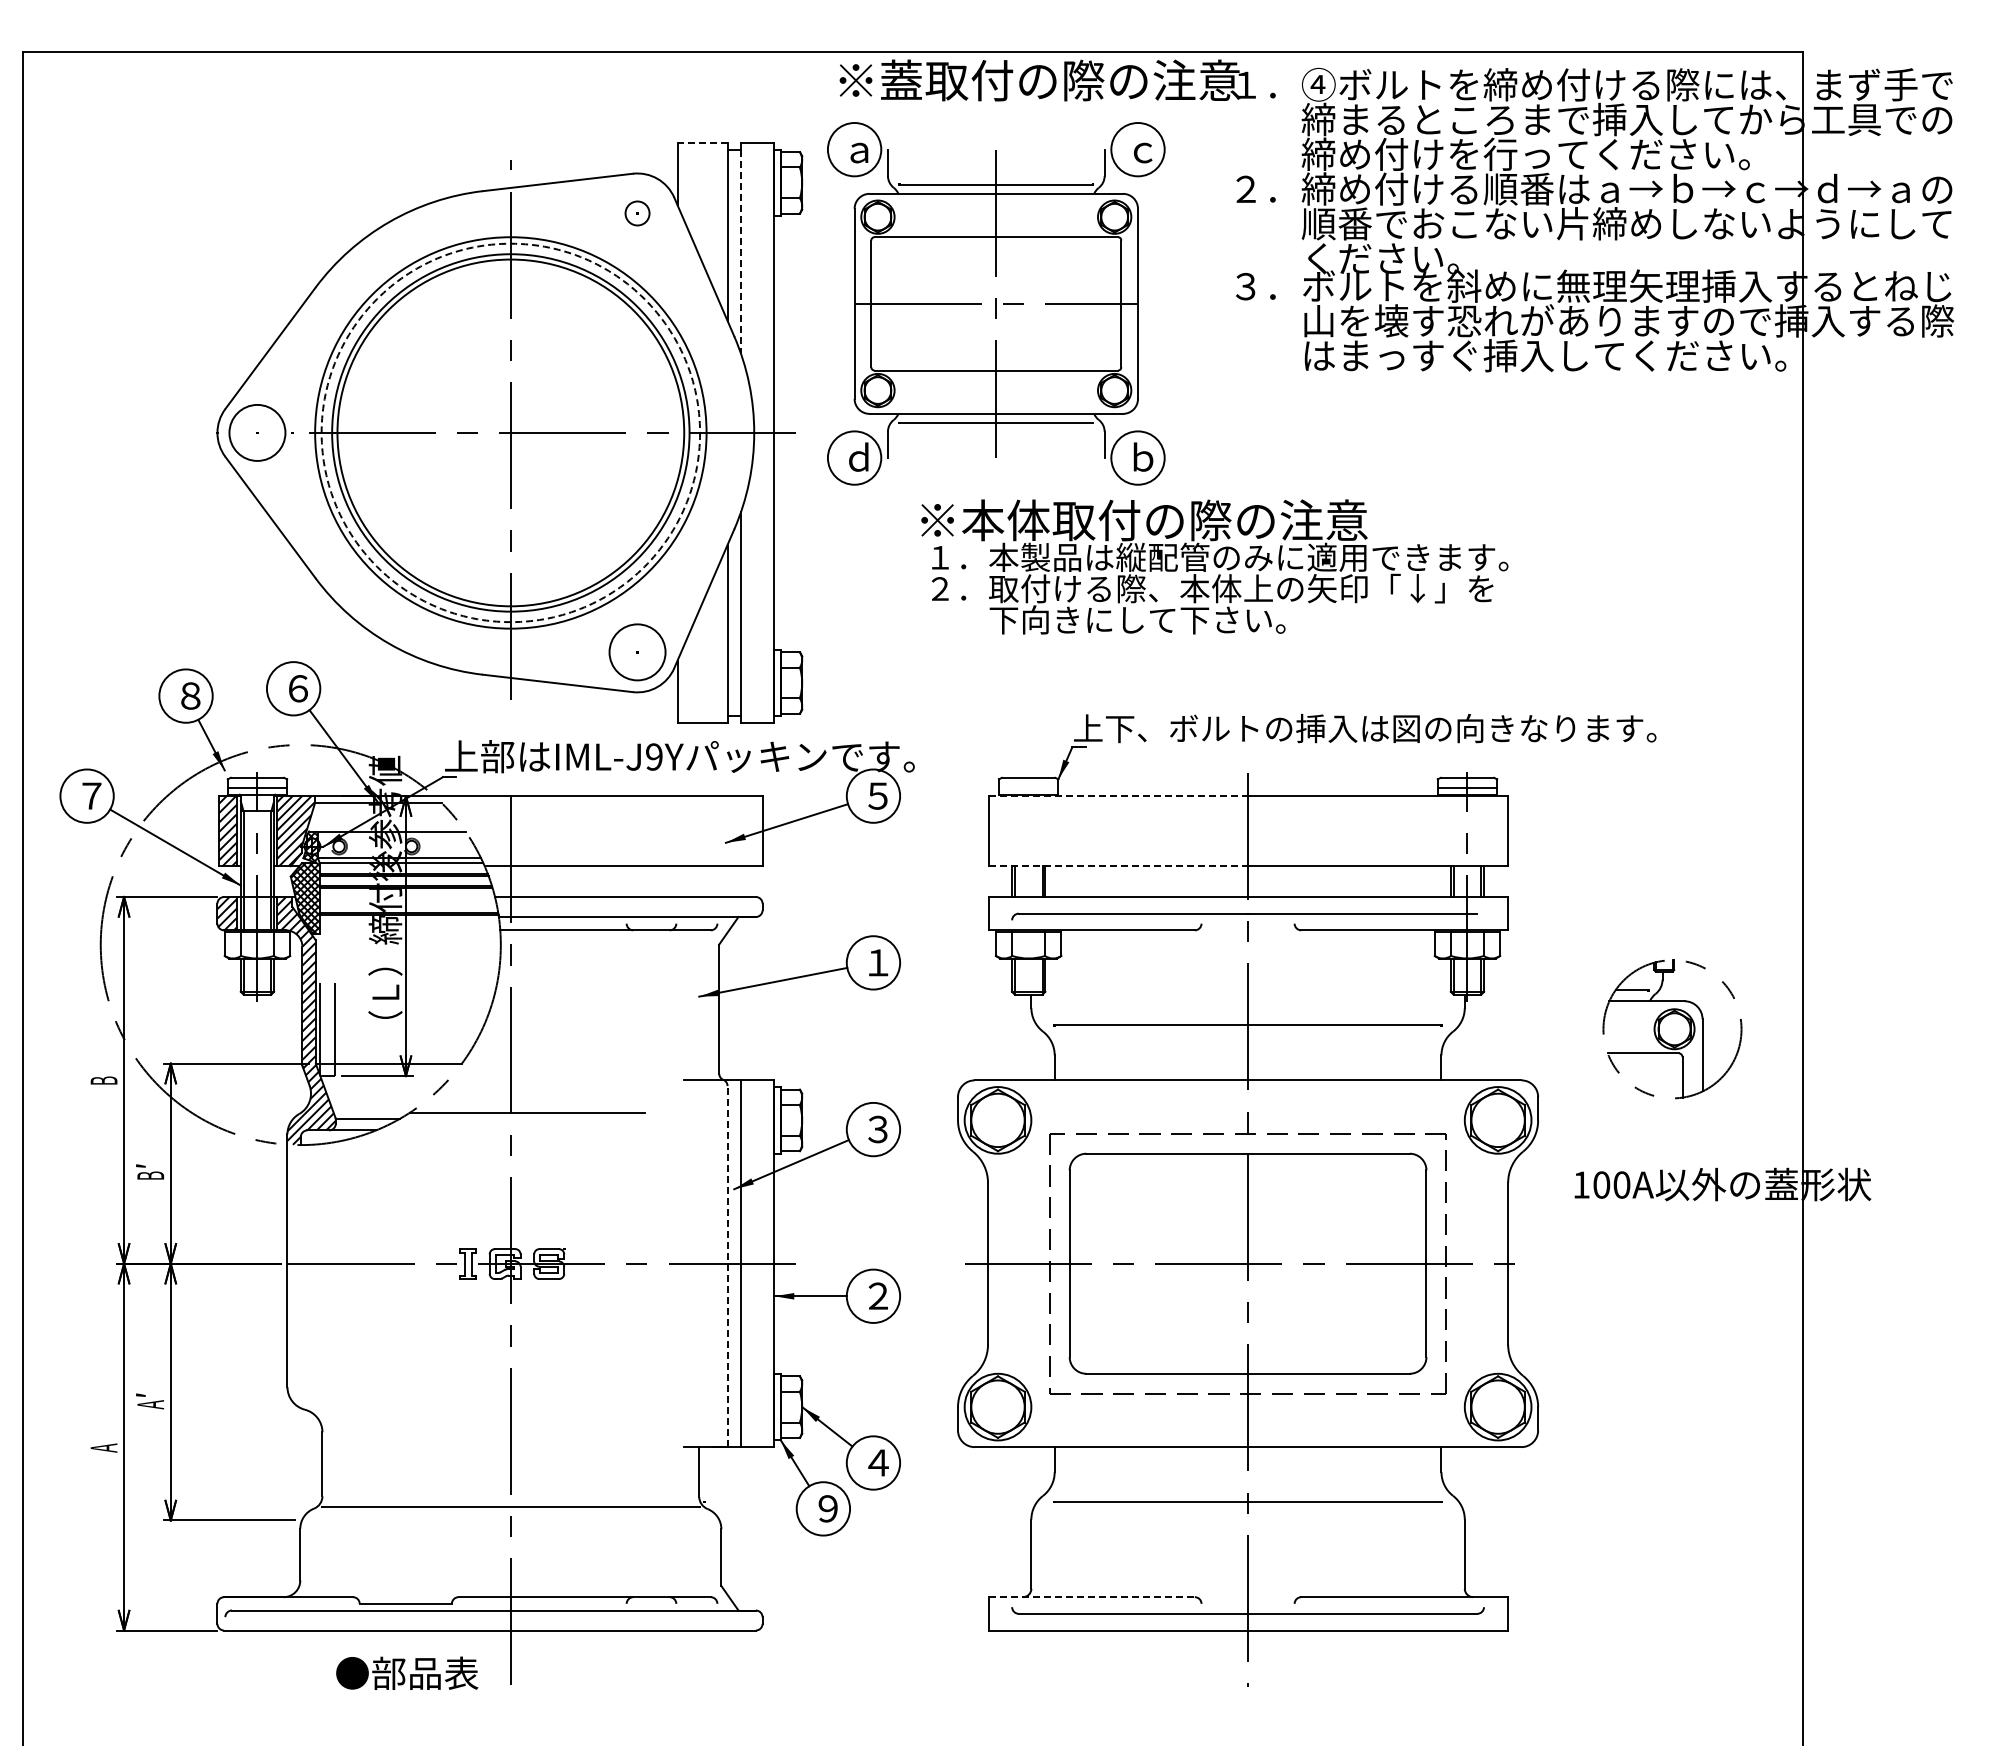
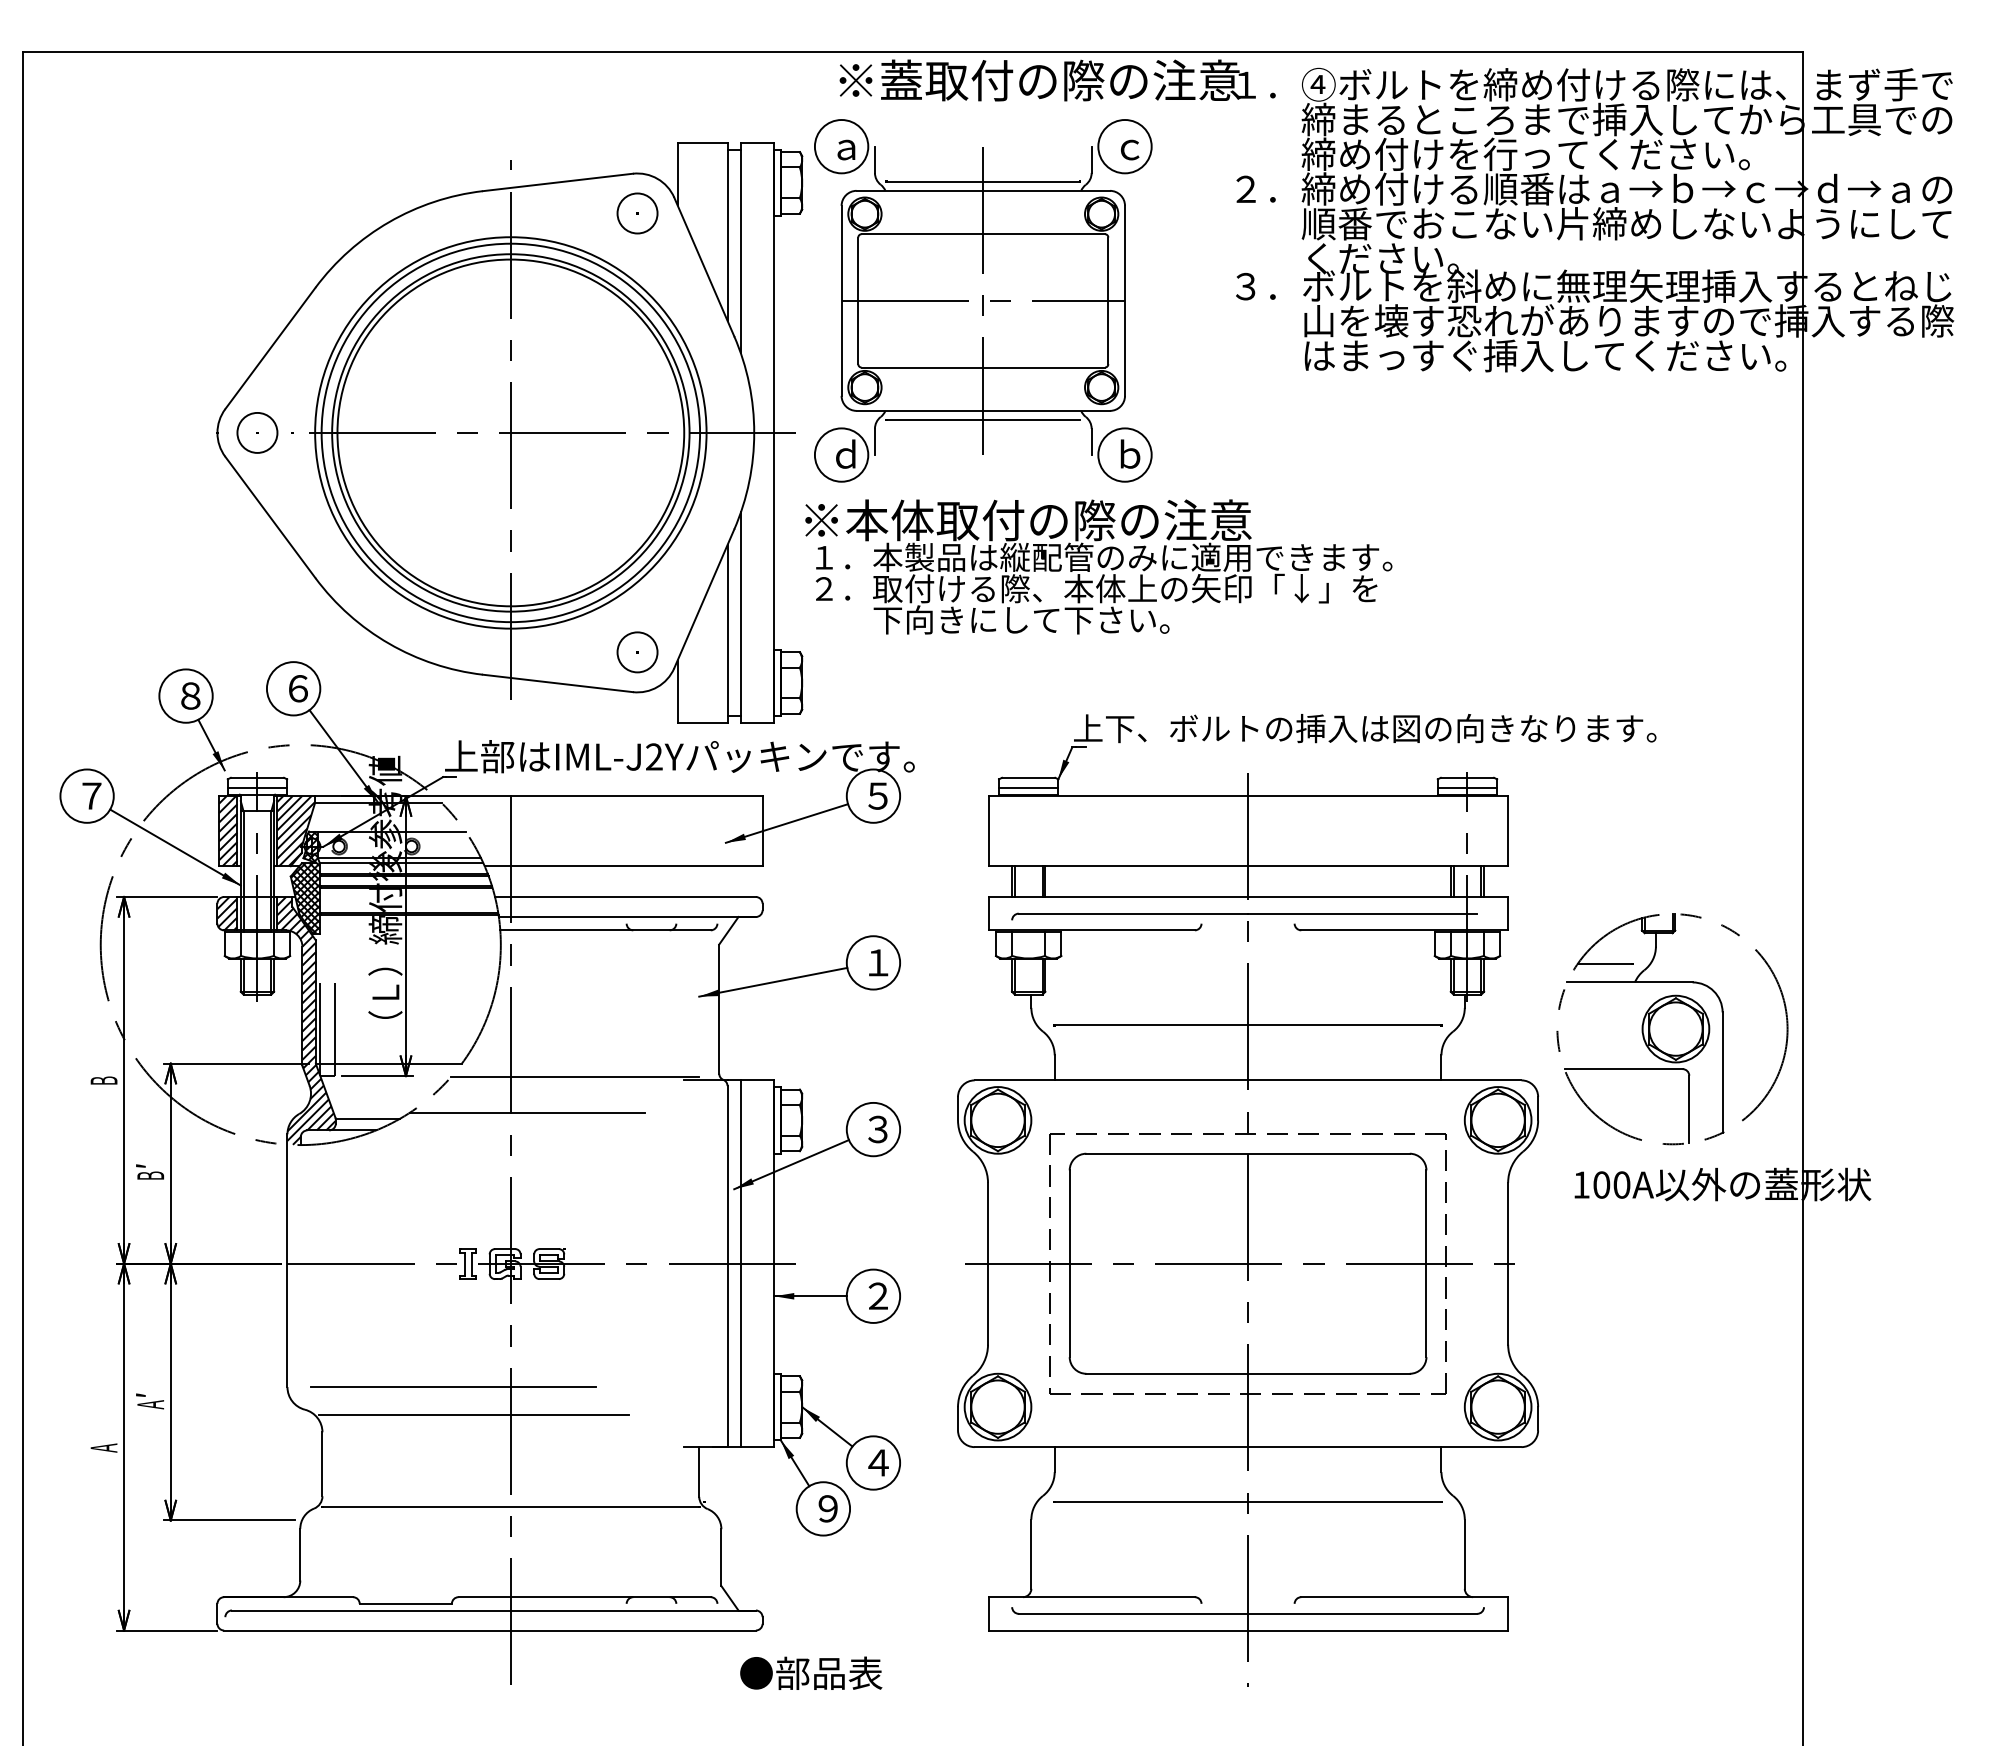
line at (702, 142): dashed -> solid
circle at (637, 213) diameter: 24 px -> 40 px
line at (740, 251): dashed -> solid
part at (996, 303) position: (996, 303) -> (983, 300)
circle at (257, 432) diameter: 56 px -> 40 px
circle at (510, 432): dashed -> solid
text at (1214, 566) position: (1214, 566) -> (1098, 566)
circle at (637, 652) diameter: 56 px -> 40 px
text at (654, 756): IML-J9Y -> IML-J2Y
line at (1028, 787): none -> present
line at (1118, 796): dashed -> solid
line at (1118, 866): dashed -> solid
part at (1672, 1029) size: 141x141 px -> 233x233 px
line at (575, 1077): none -> present
line at (727, 1266): dashed -> solid
line at (452, 1387): none -> present
line at (473, 1414): none -> present
line at (1092, 1597): dashed -> solid
text at (407, 1672) position: (407, 1672) -> (811, 1672)
